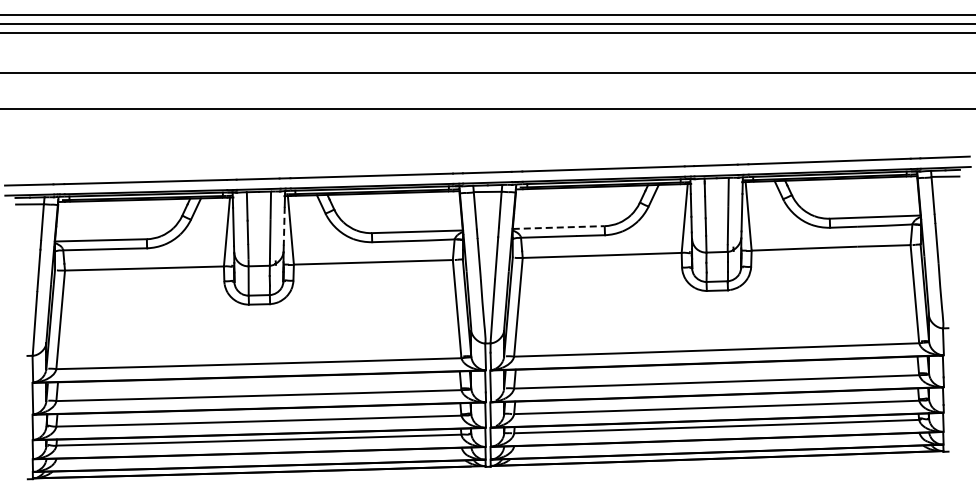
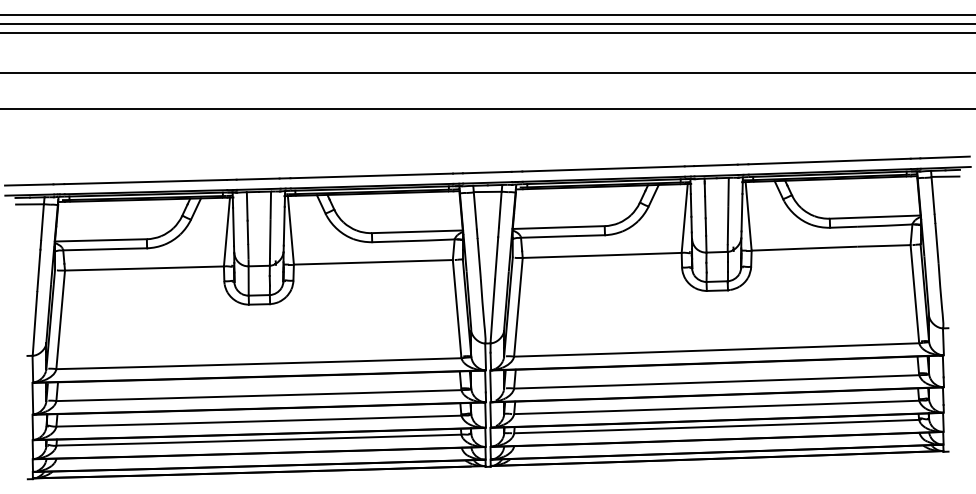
line at (284, 226): dashed -> solid
line at (558, 227): dashed -> solid
